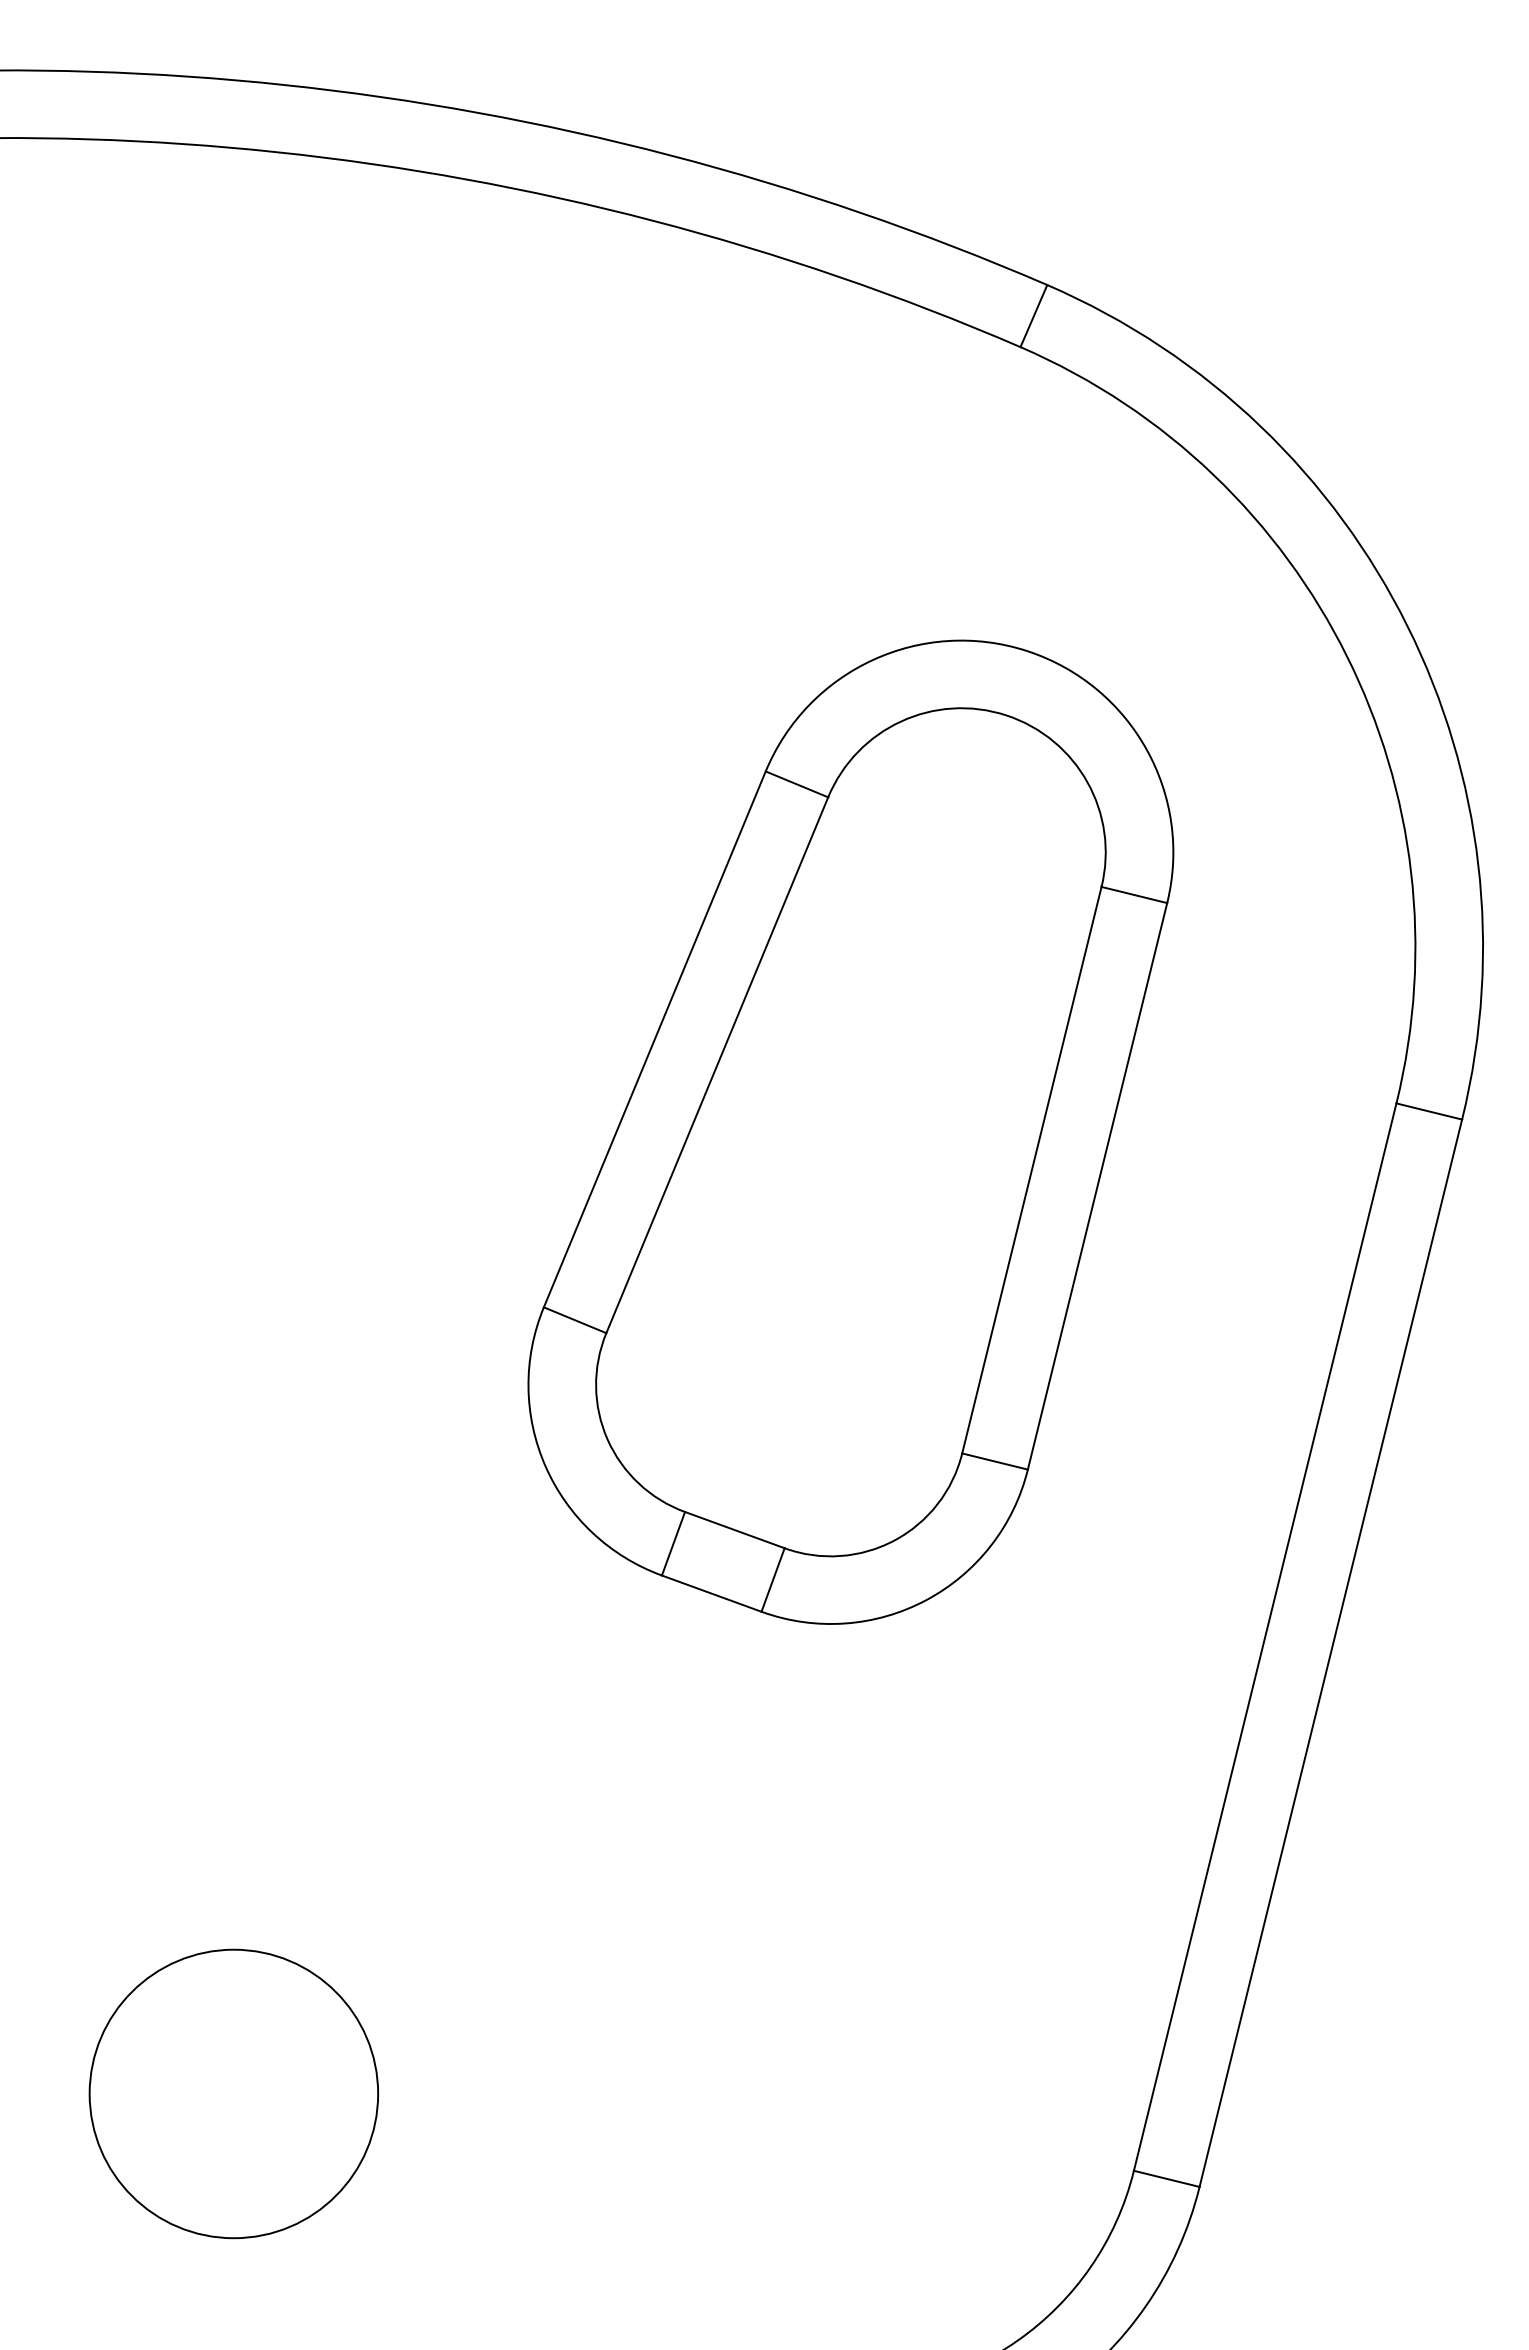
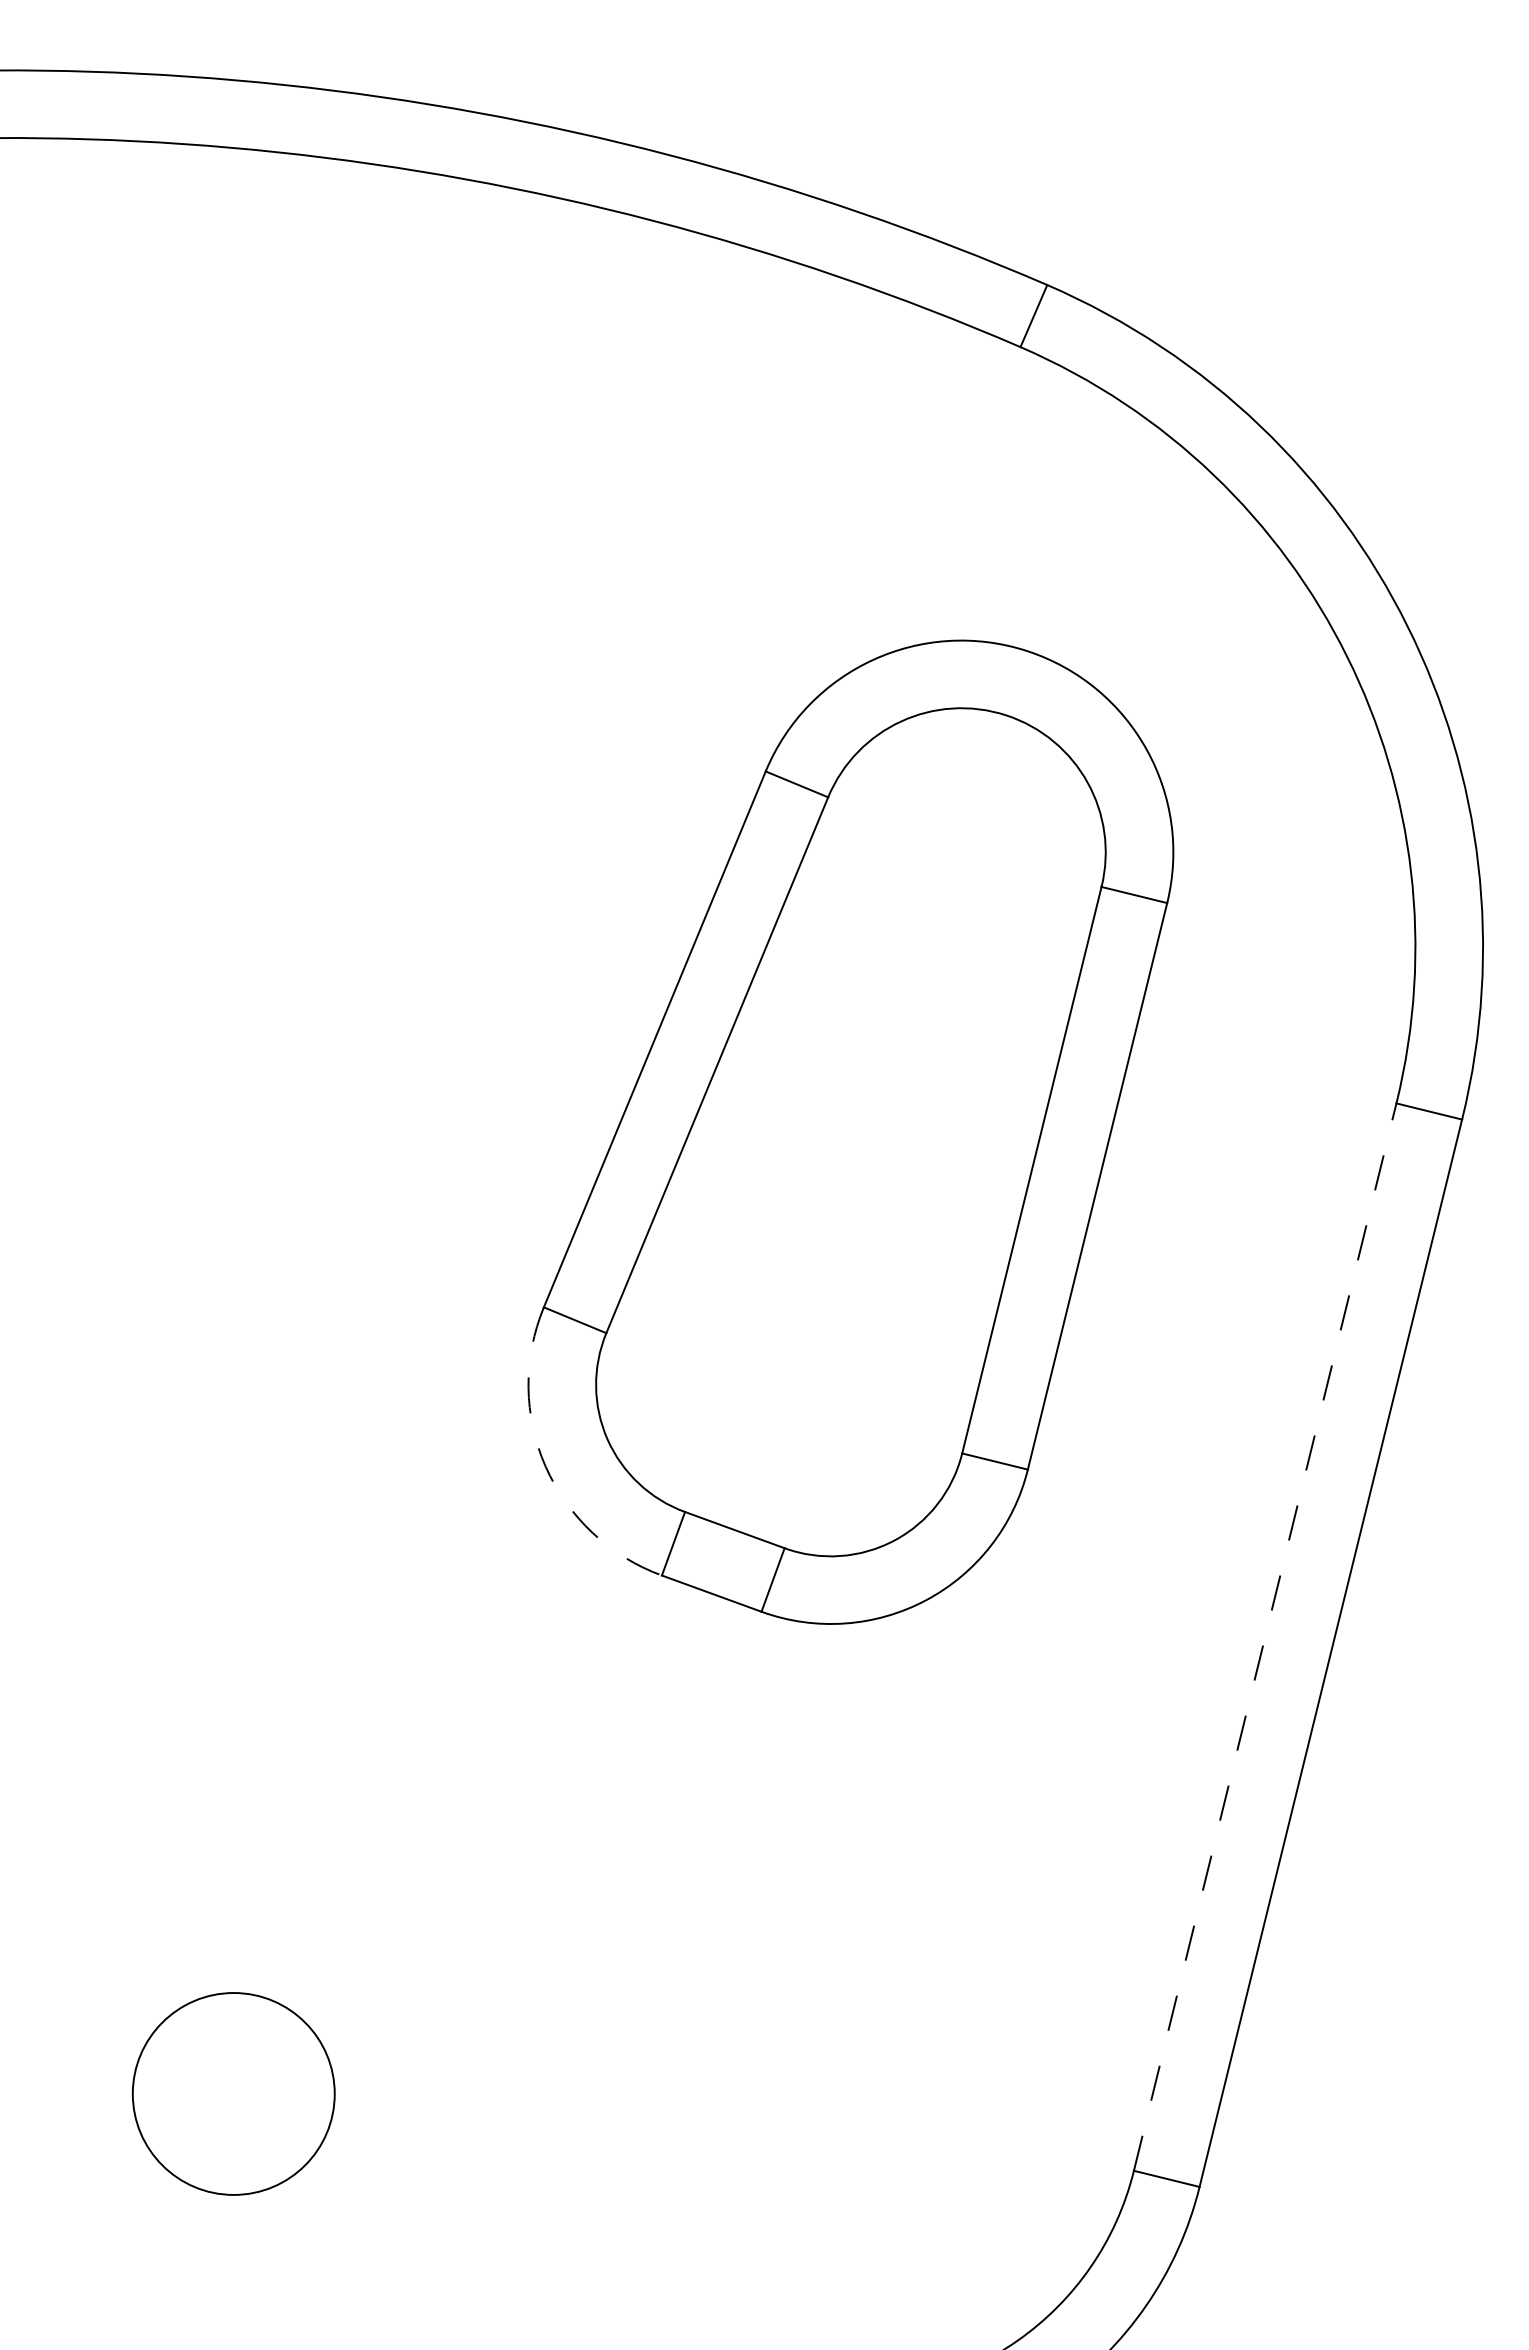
arc at (545, 1466): solid -> dashed
line at (1265, 1637): solid -> dashed
circle at (233, 2093) size: 291x292 px -> 205x204 px
